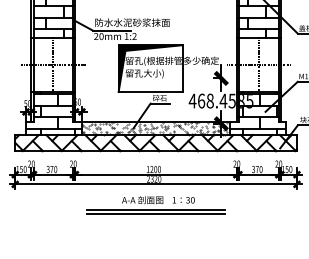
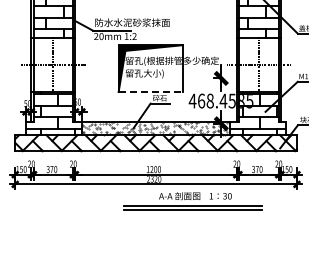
line at (151, 91): solid -> dashed
part at (155, 205) position: (155, 205) -> (192, 201)
